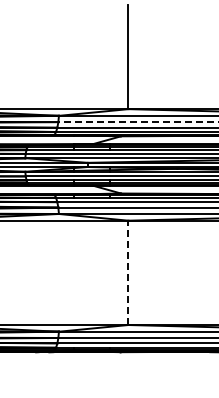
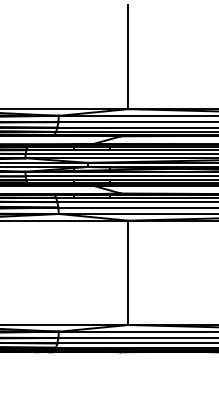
line at (138, 122): dashed -> solid
line at (128, 272): dashed -> solid
